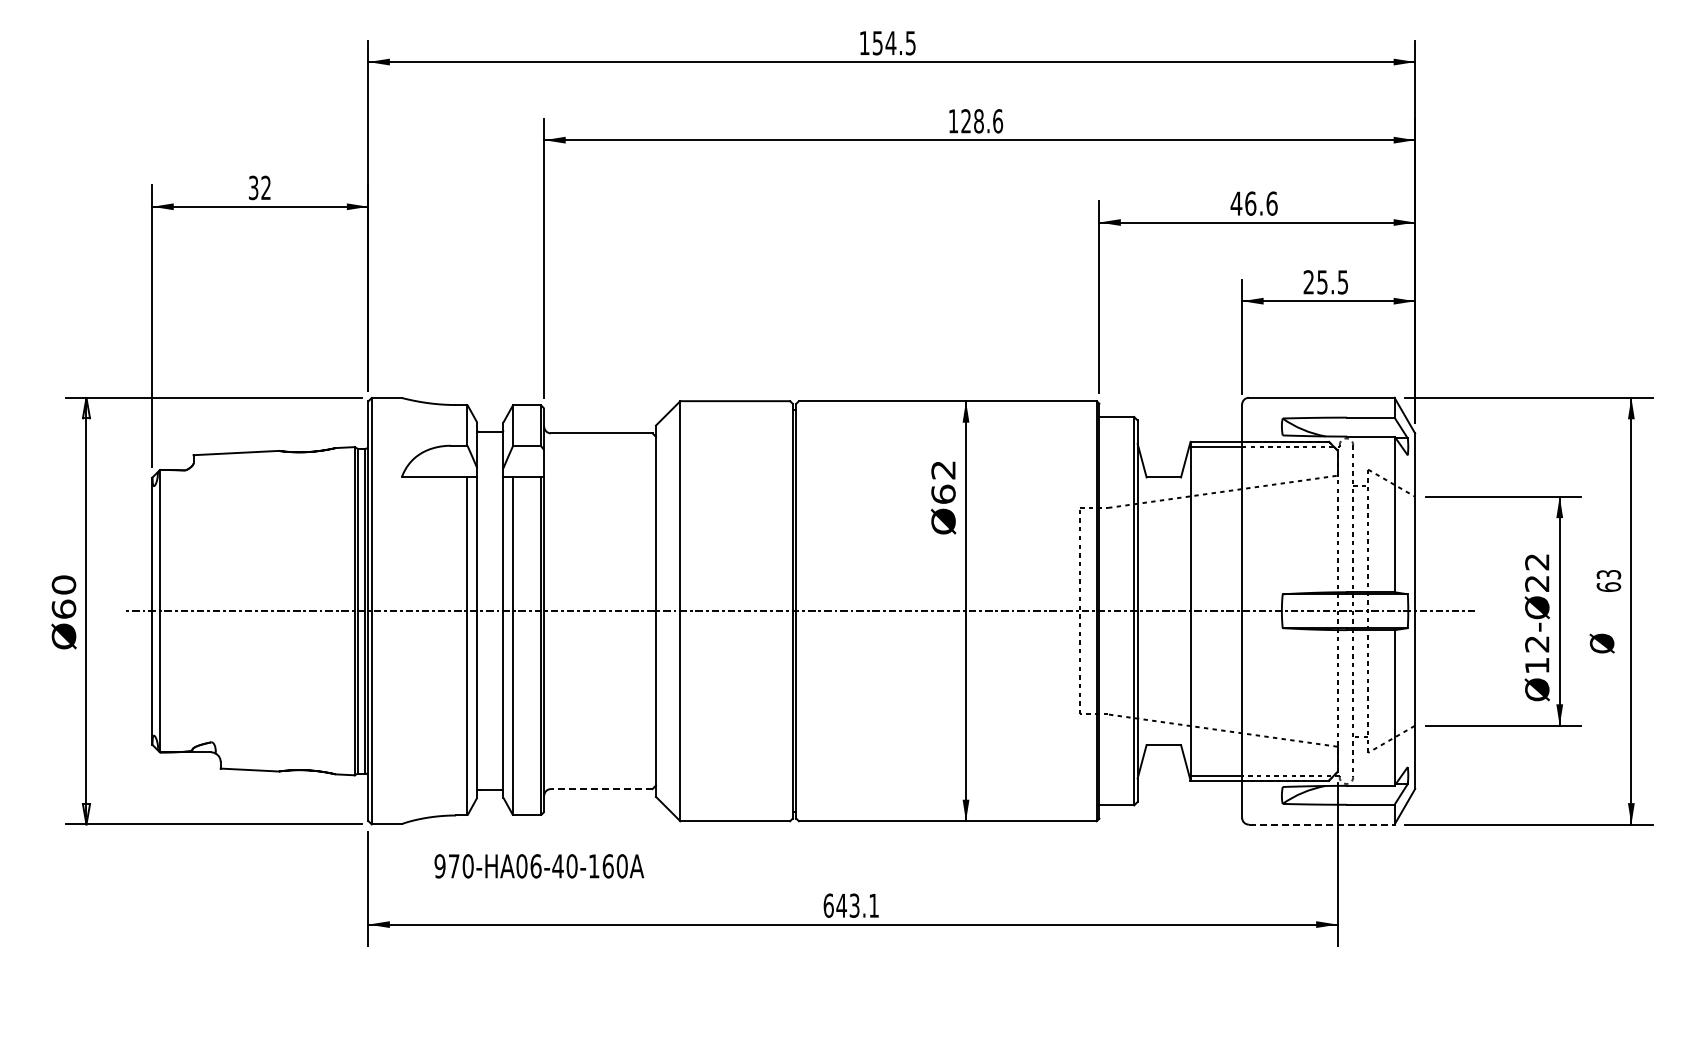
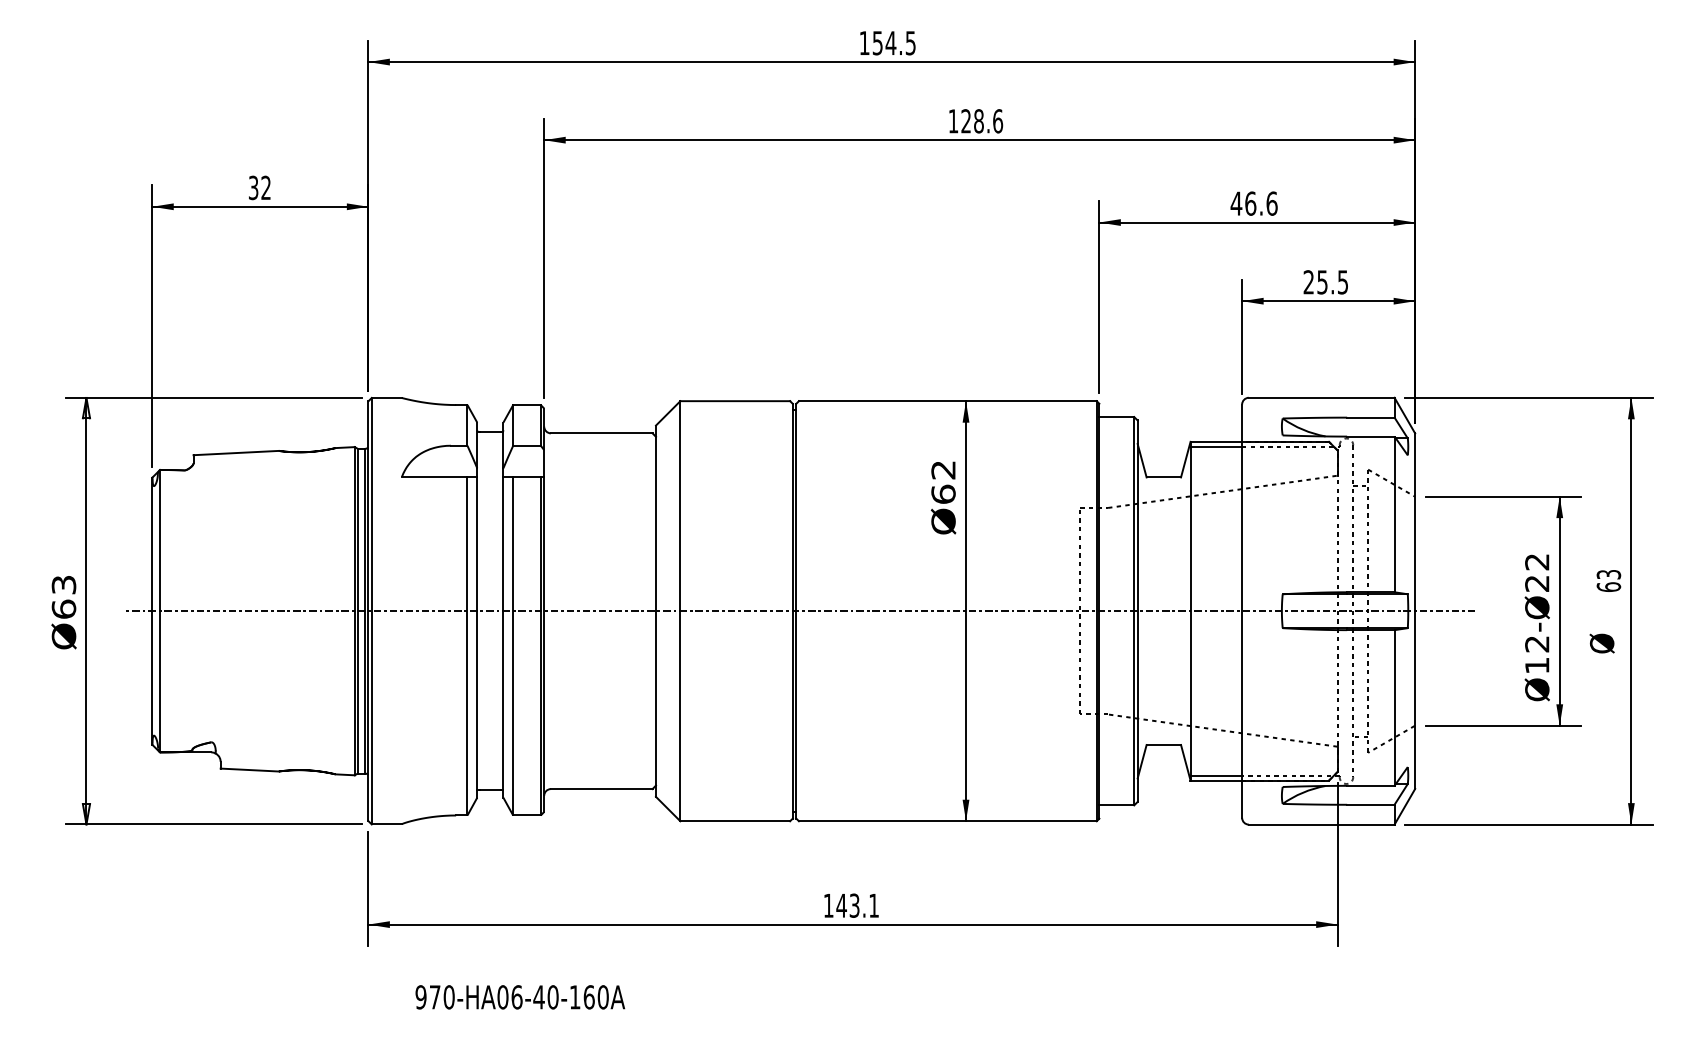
text at (63, 584): Ø60 -> Ø63
line at (601, 789): dashed -> solid
line at (1321, 824): dashed -> solid
text at (539, 866) position: (539, 866) -> (520, 997)
text at (828, 905): 643.1 -> 143.1
